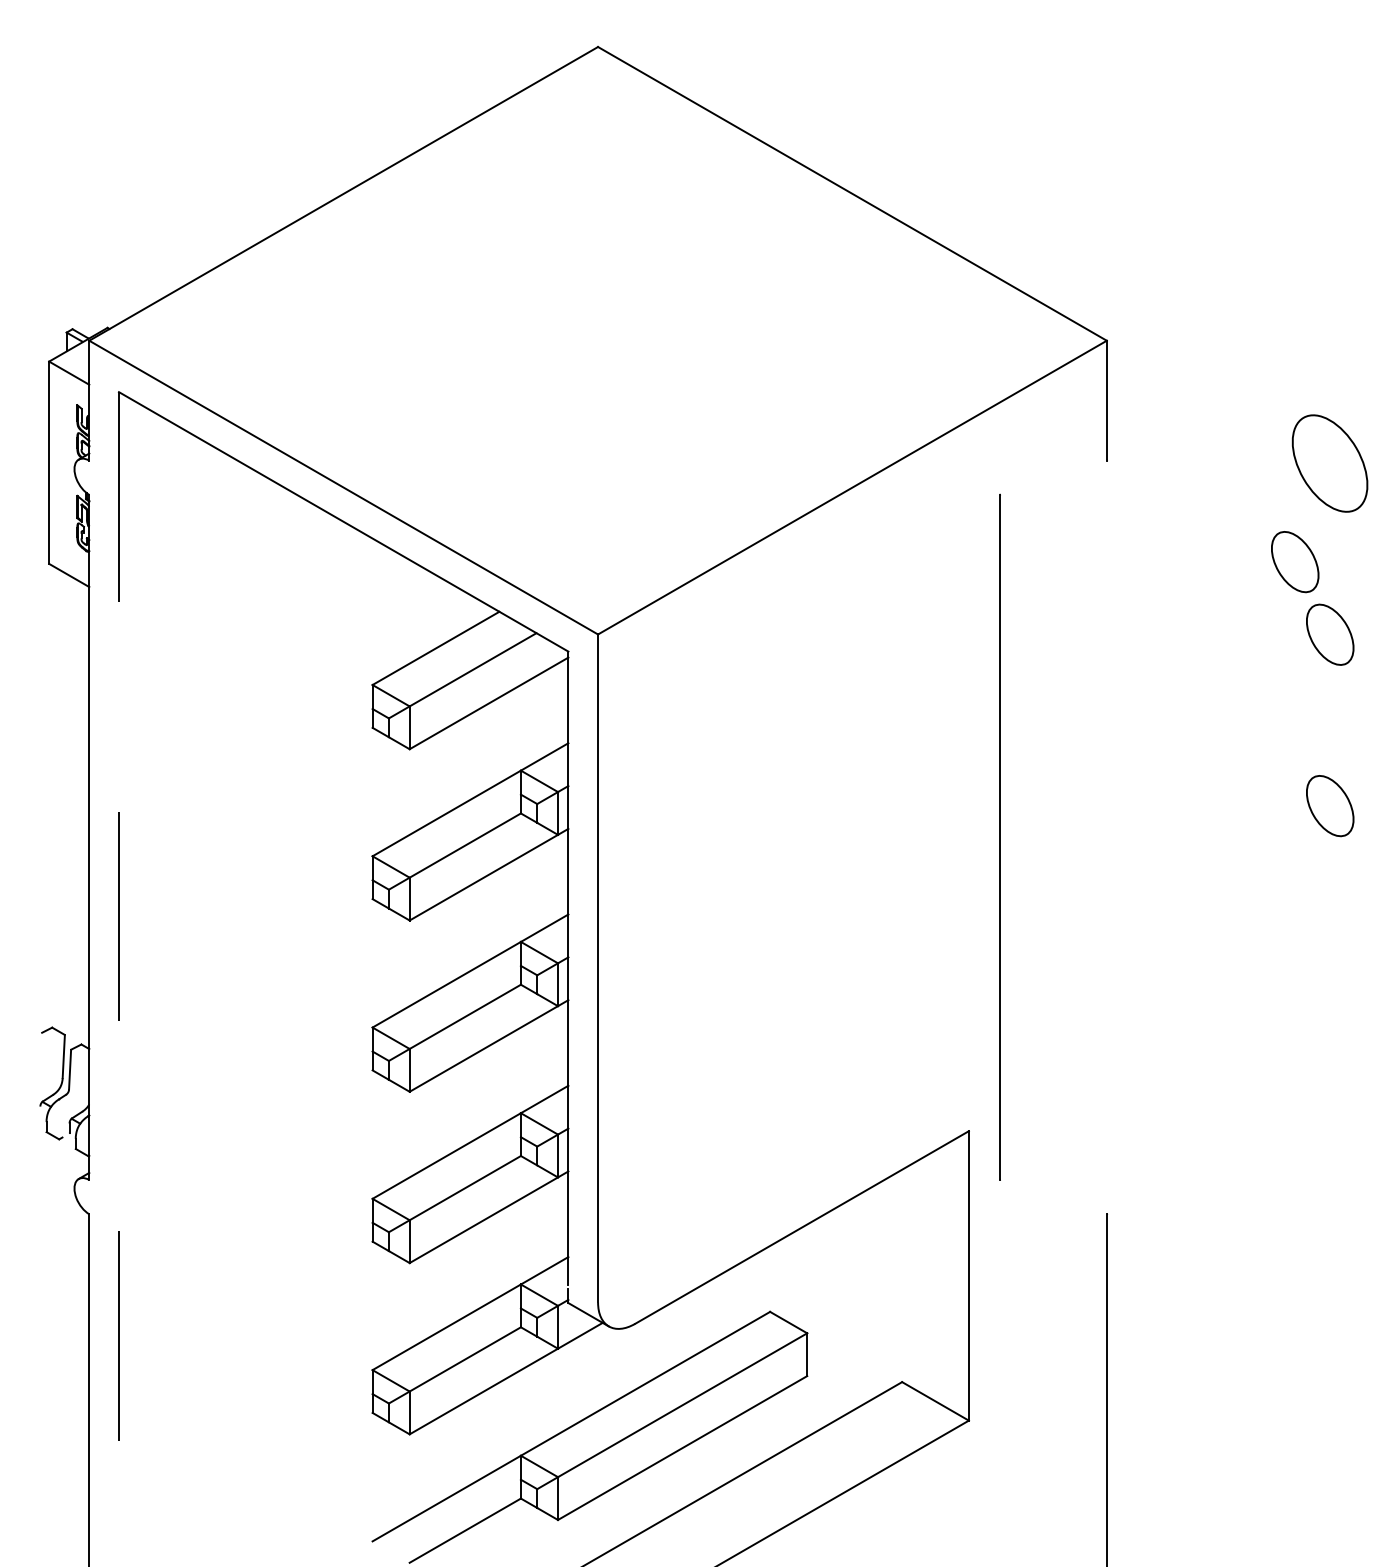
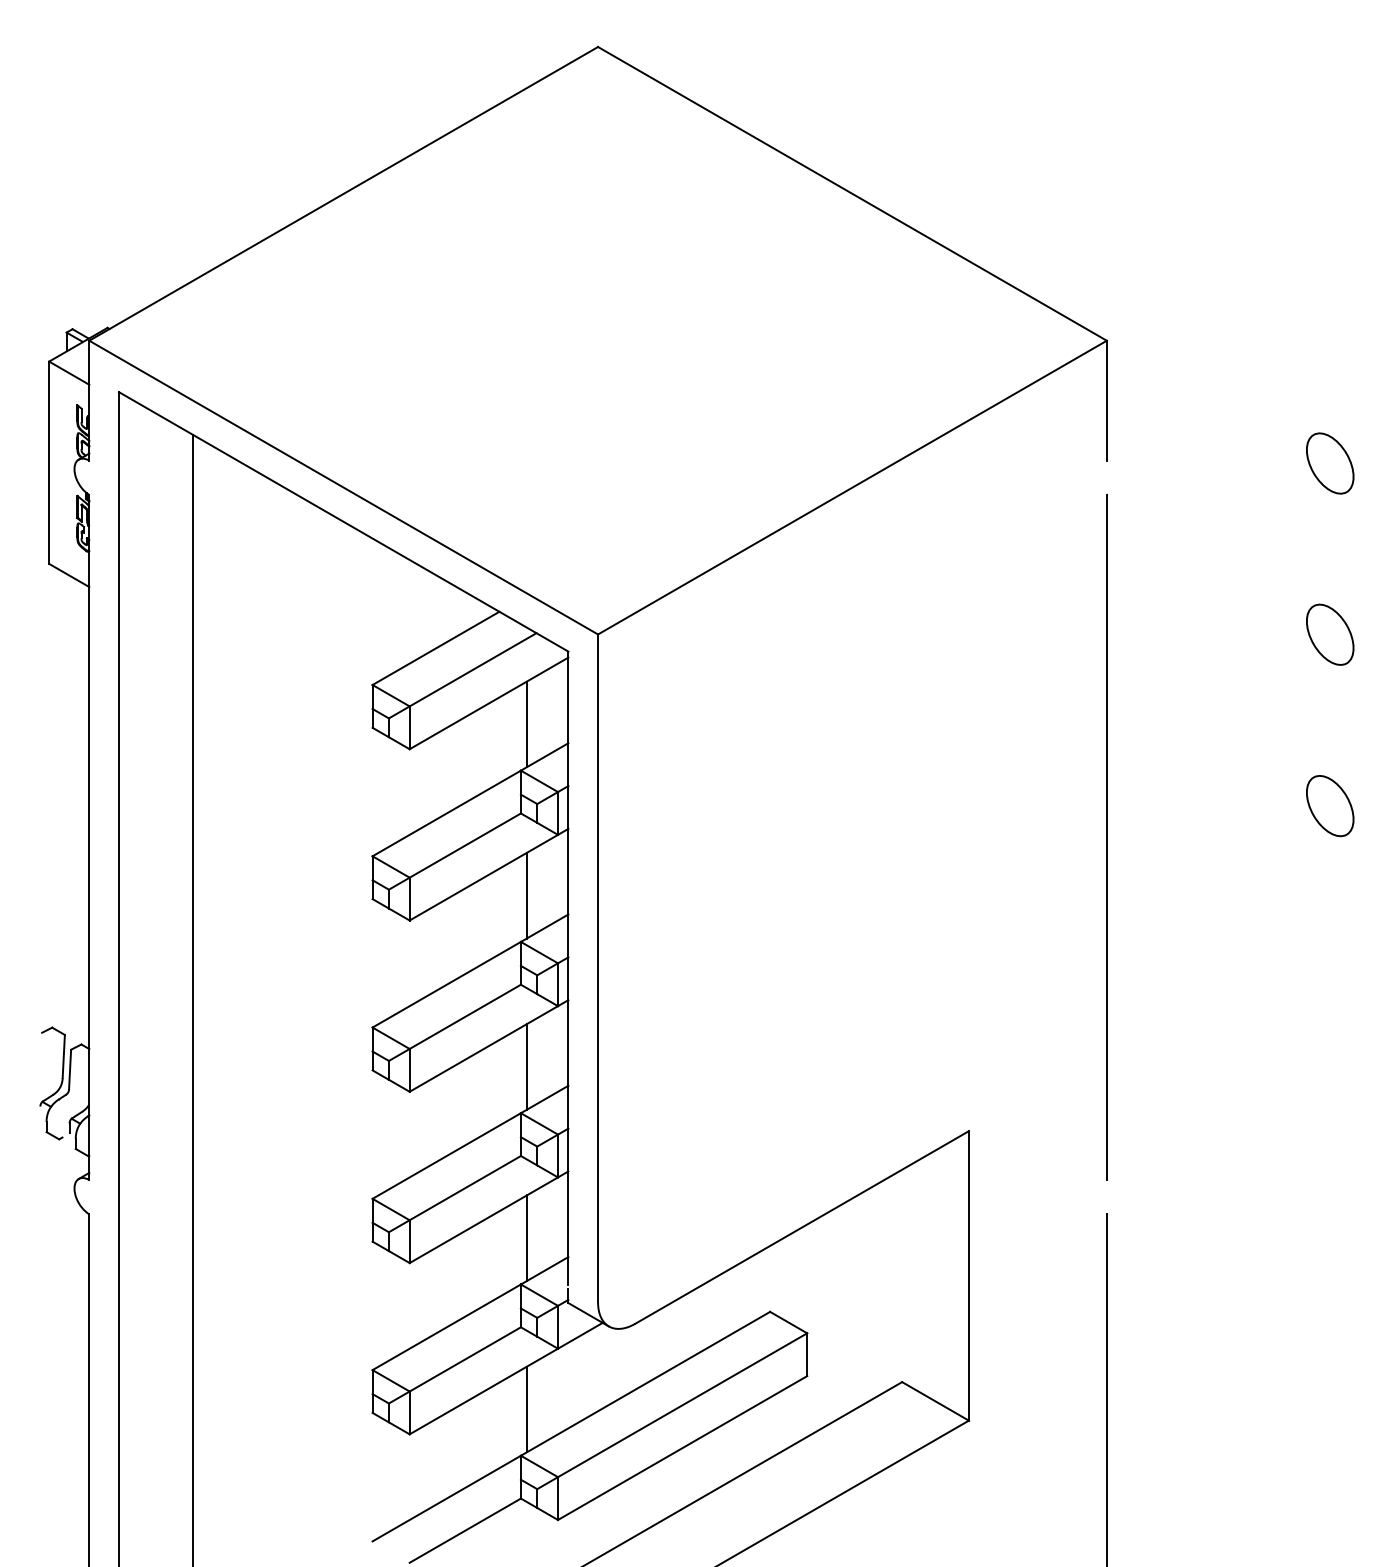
part at (1329, 463) size: 78x99 px -> 49x63 px
part at (1295, 562): present -> none
line at (526, 724): none -> present
line at (999, 836) position: (999, 836) -> (1106, 836)
line at (526, 895): none -> present
line at (118, 979): dashed -> solid
line at (193, 998): none -> present
line at (526, 1066): none -> present
line at (526, 1238): none -> present
line at (526, 1409): none -> present
